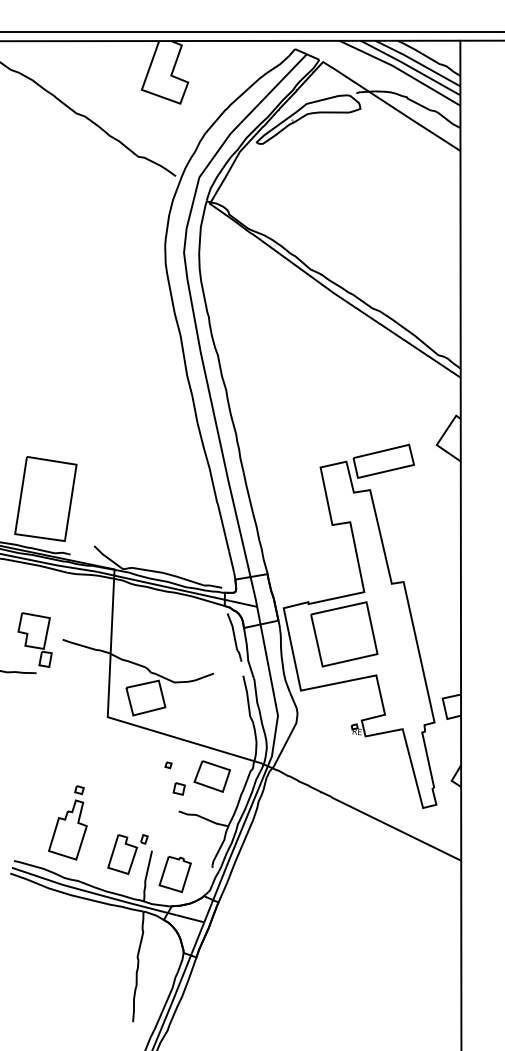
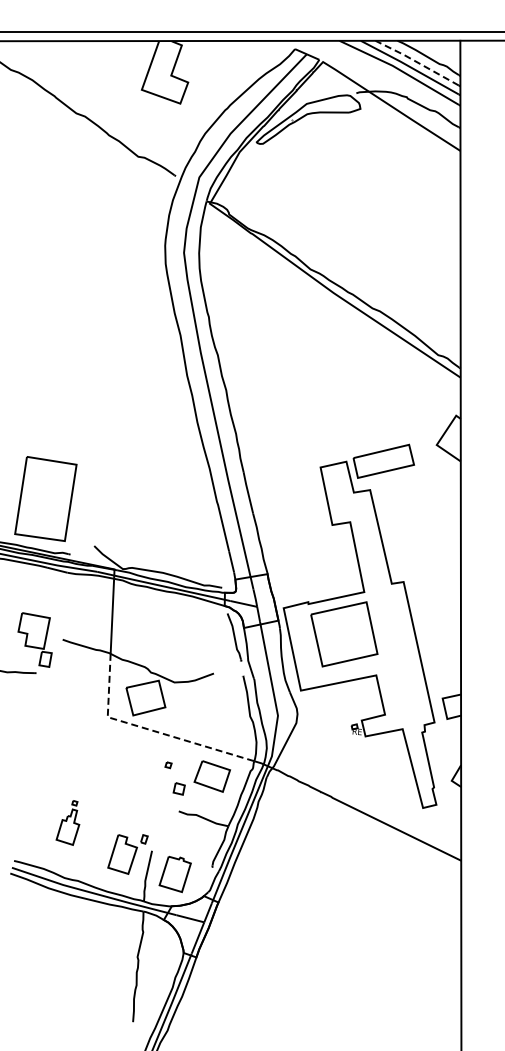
line at (417, 62): solid -> dashed
line at (150, 730): solid -> dashed
part at (67, 822) size: 40x76 px -> 26x46 px
